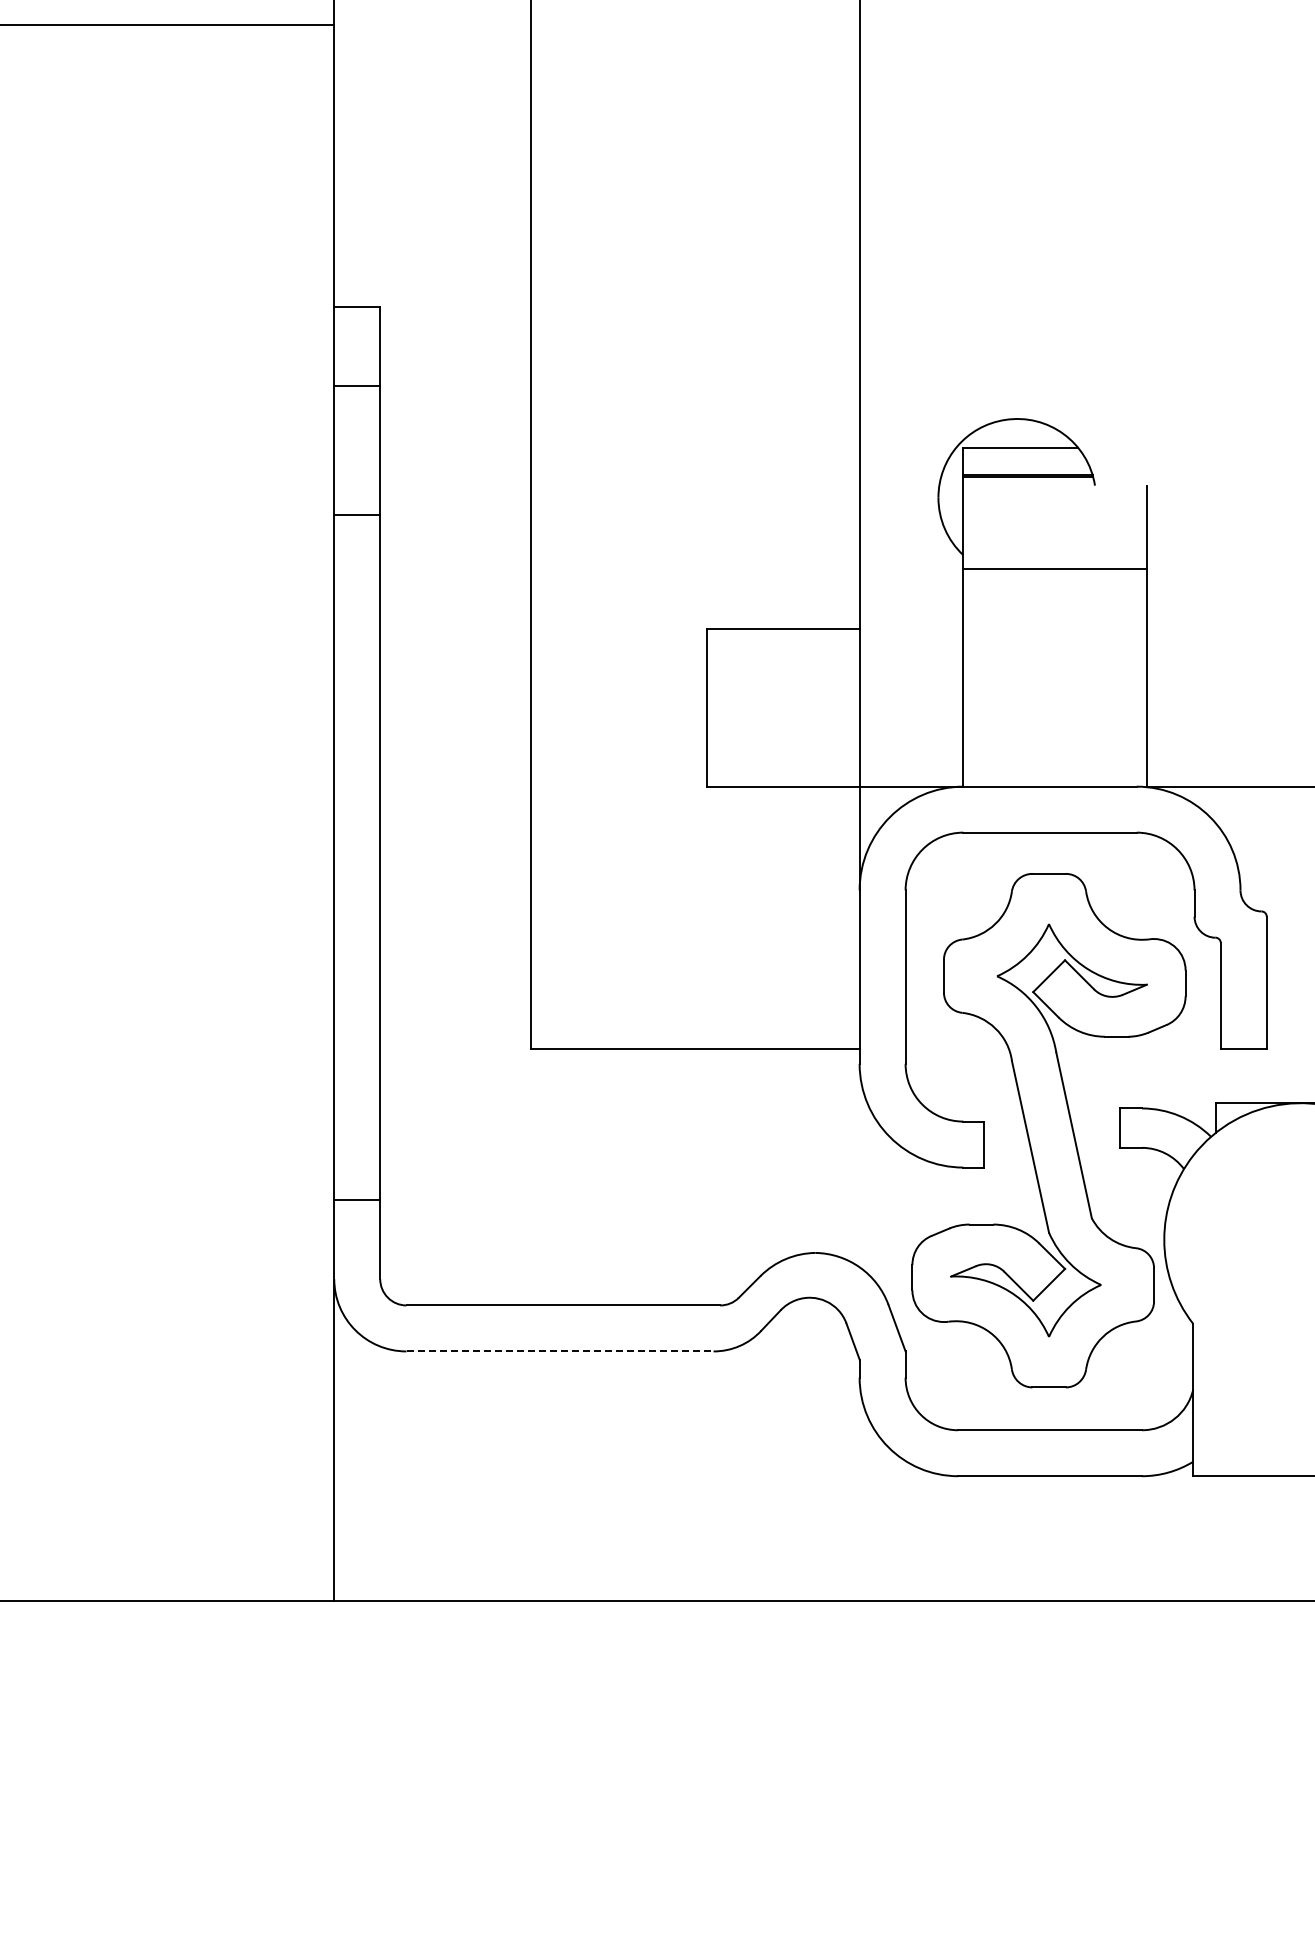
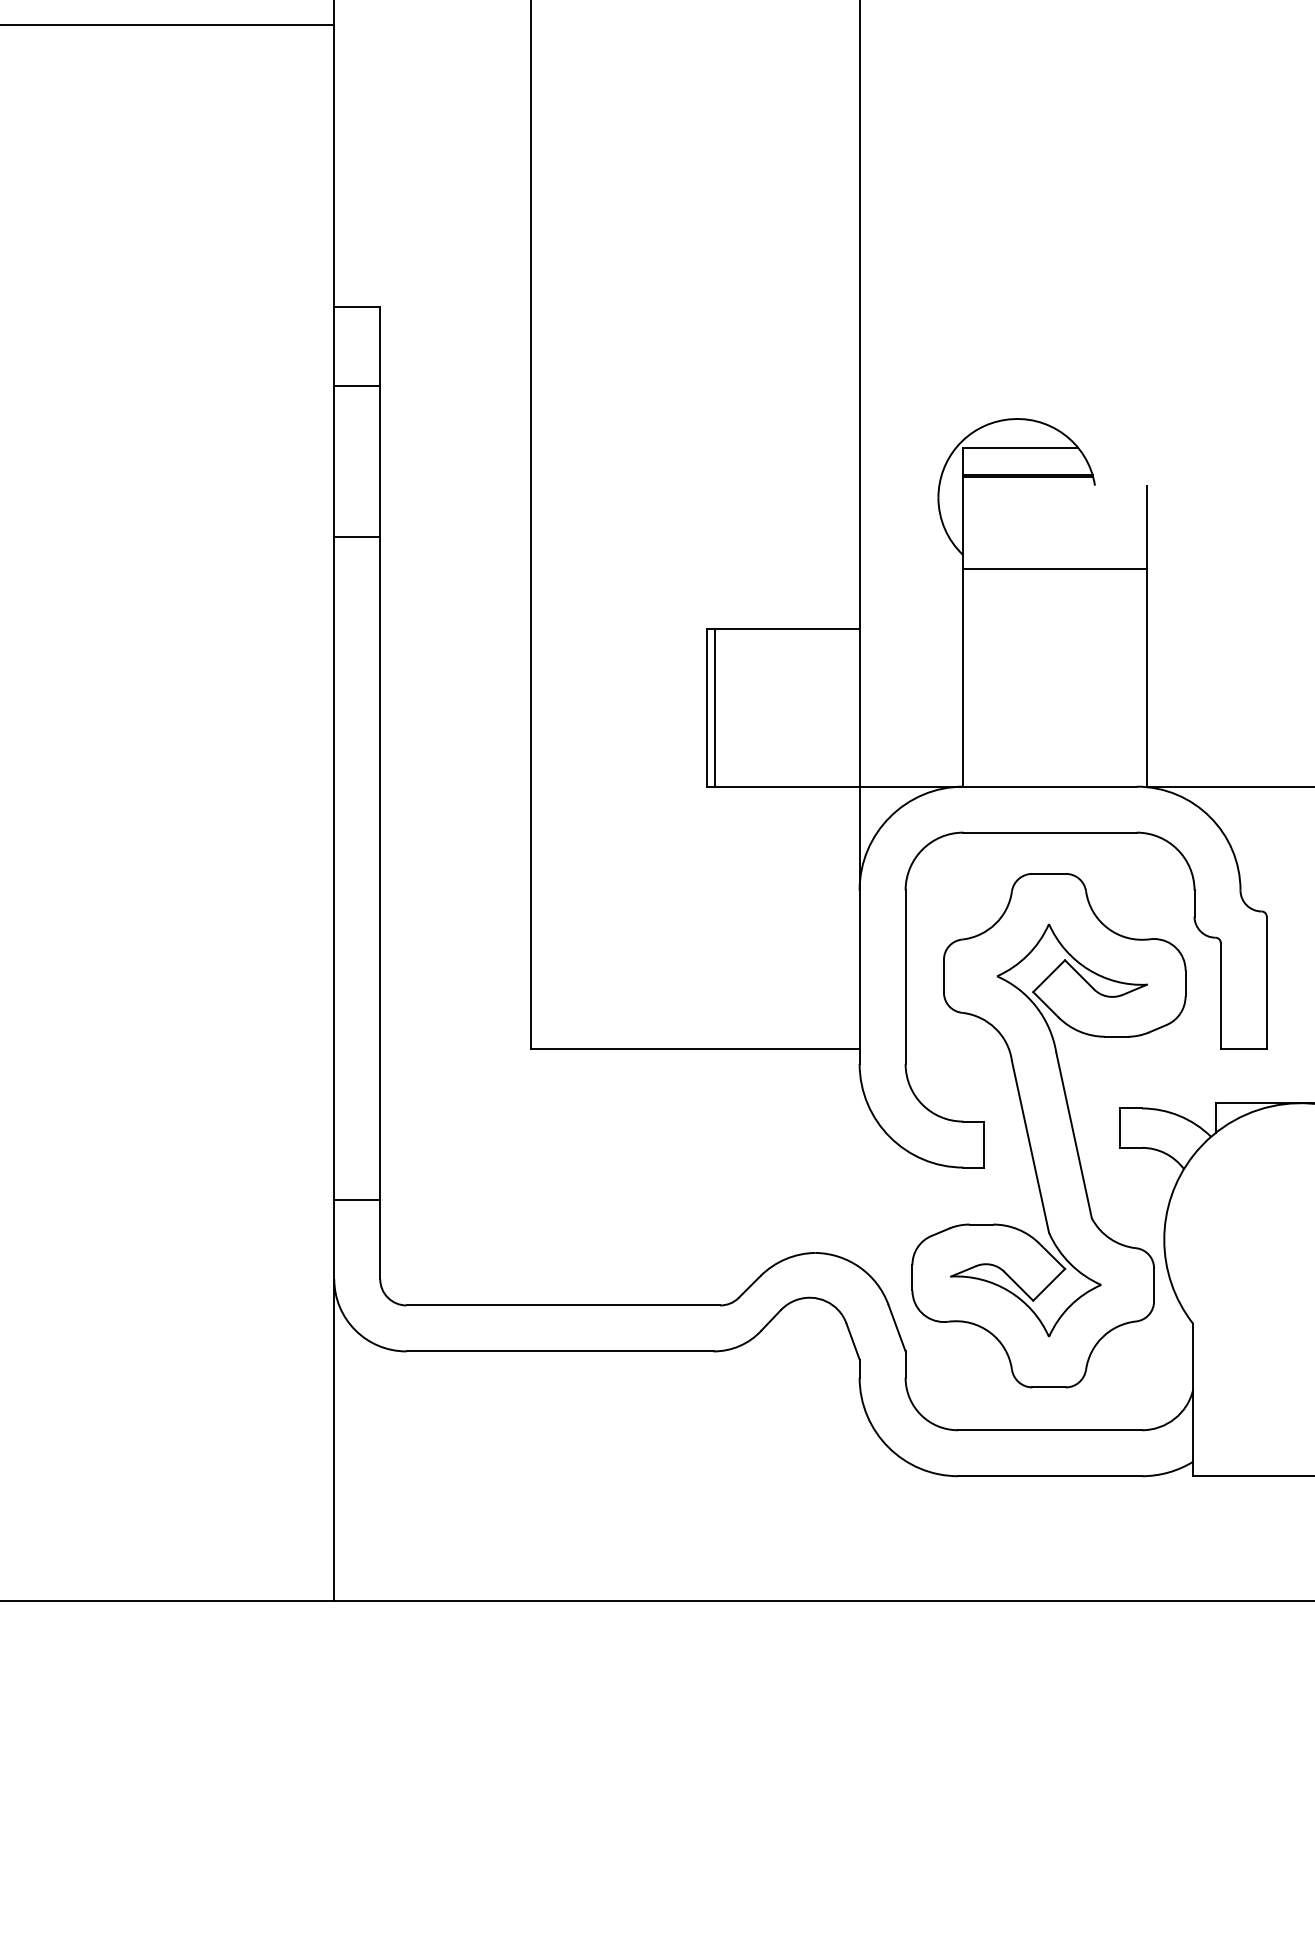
line at (357, 515) position: (357, 515) -> (357, 537)
line at (715, 707): none -> present
line at (560, 1351): dashed -> solid
